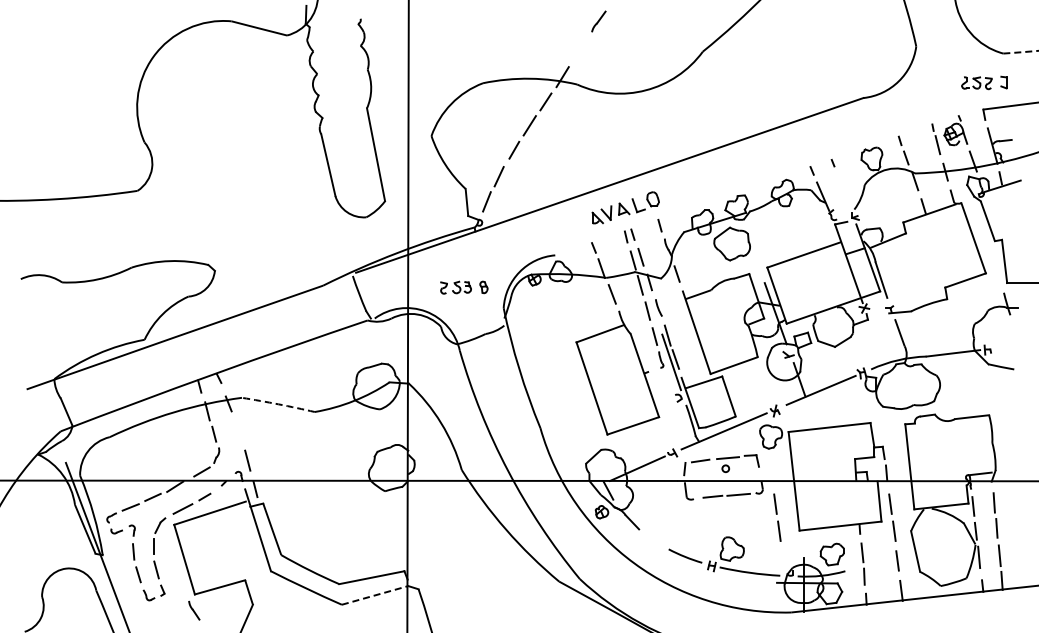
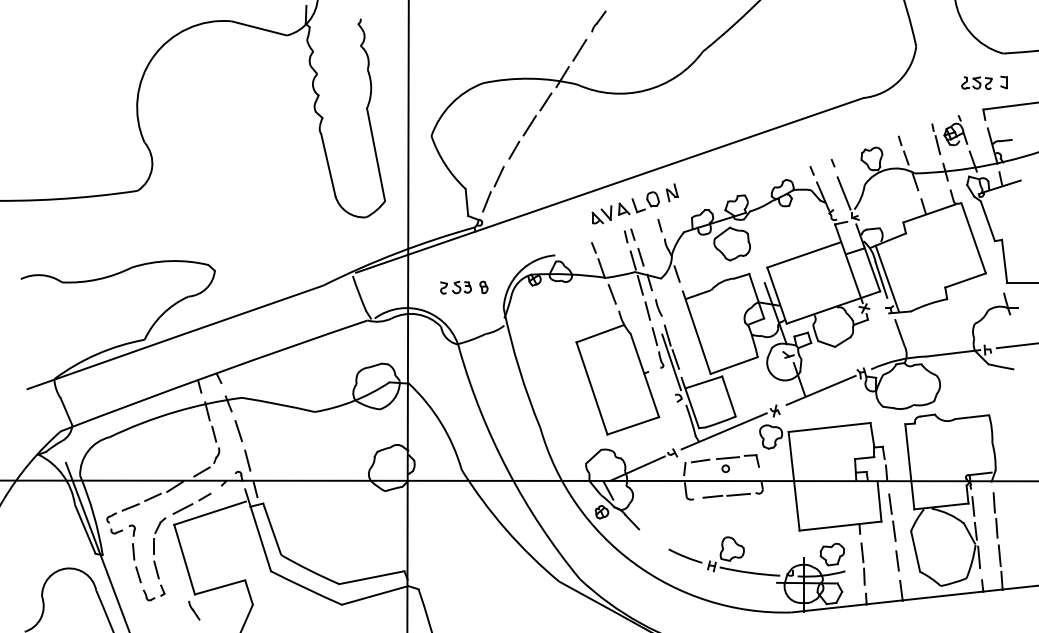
line at (579, 50): none -> present
arc at (1022, 52): dashed -> solid
part at (671, 192): none -> present
line at (843, 193): none -> present
line at (886, 278): none -> present
line at (1015, 345): none -> present
arc at (278, 404): dashed -> solid
line at (238, 430): none -> present
line at (777, 514): present -> none
line at (375, 595): dashed -> solid
